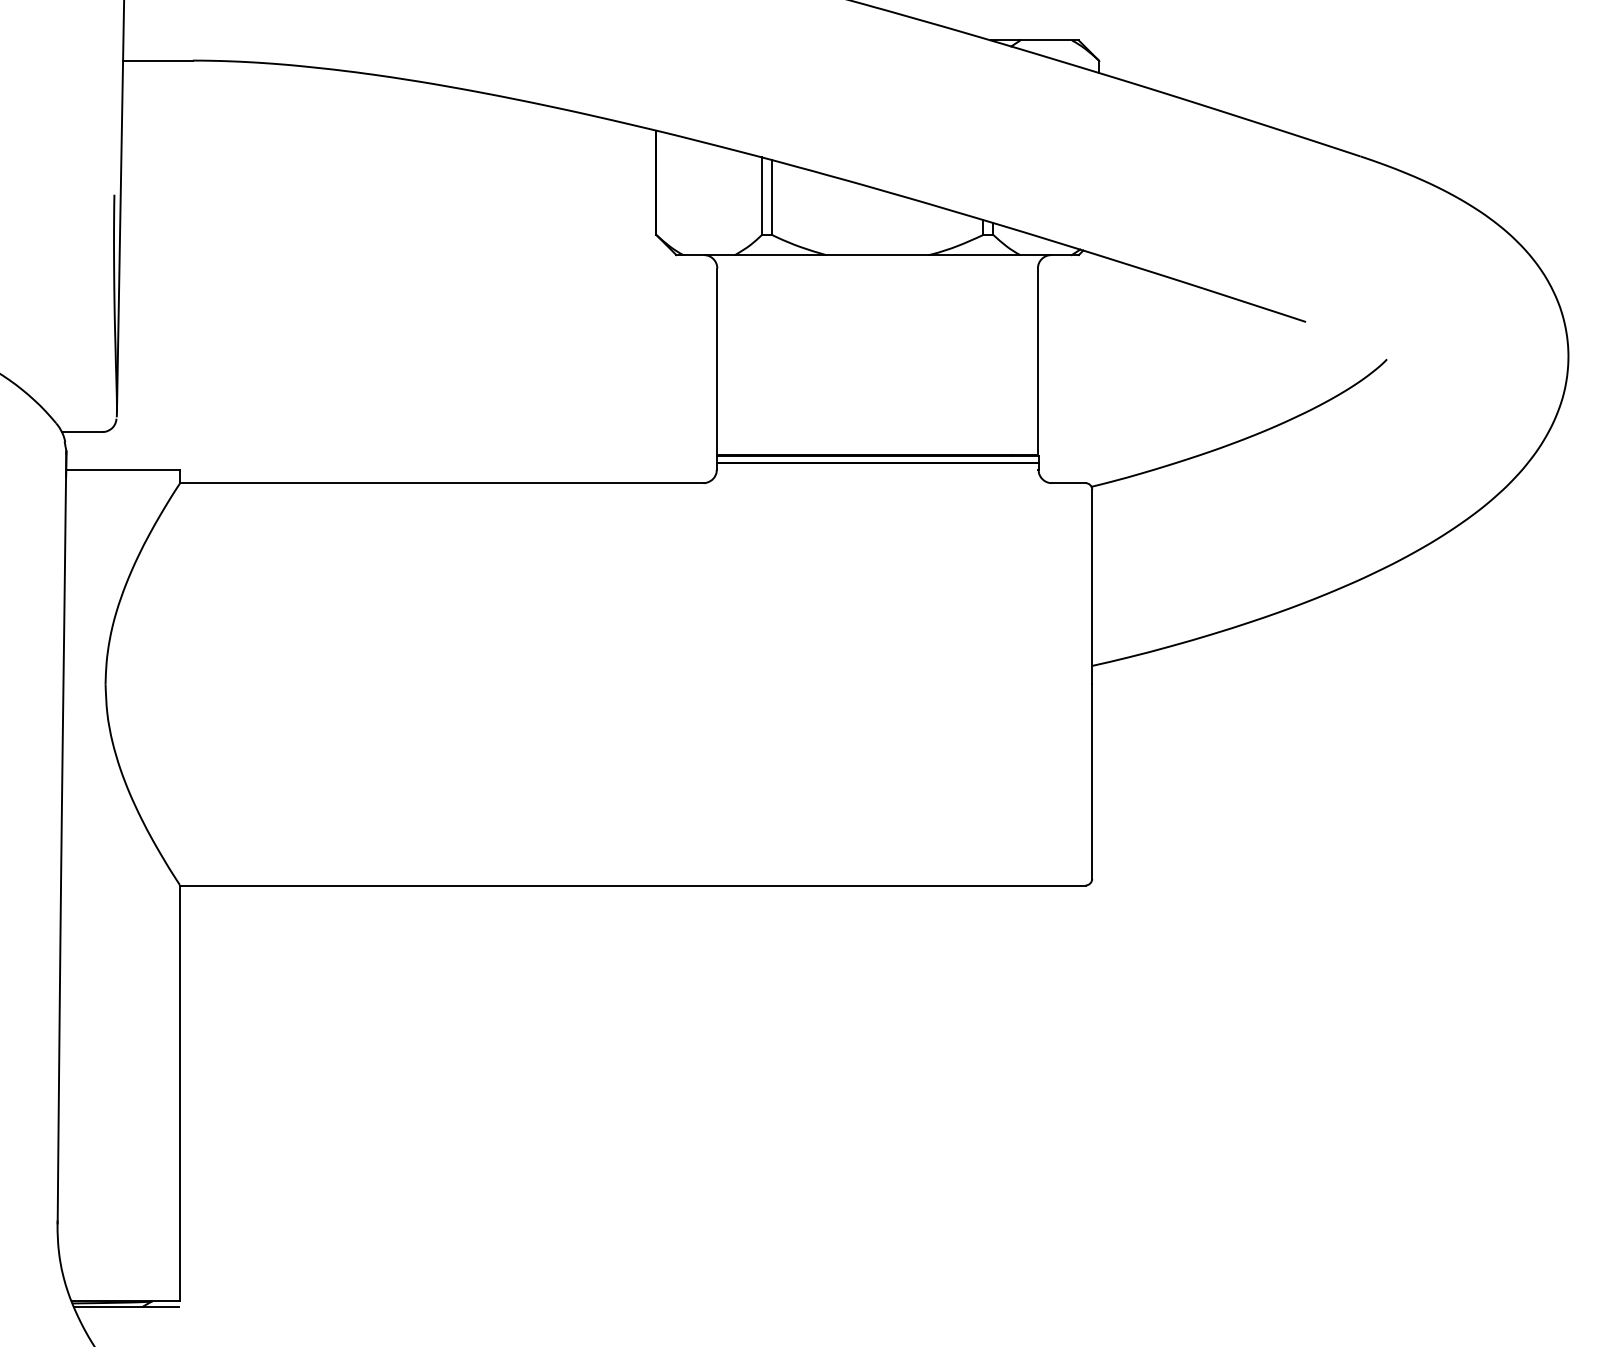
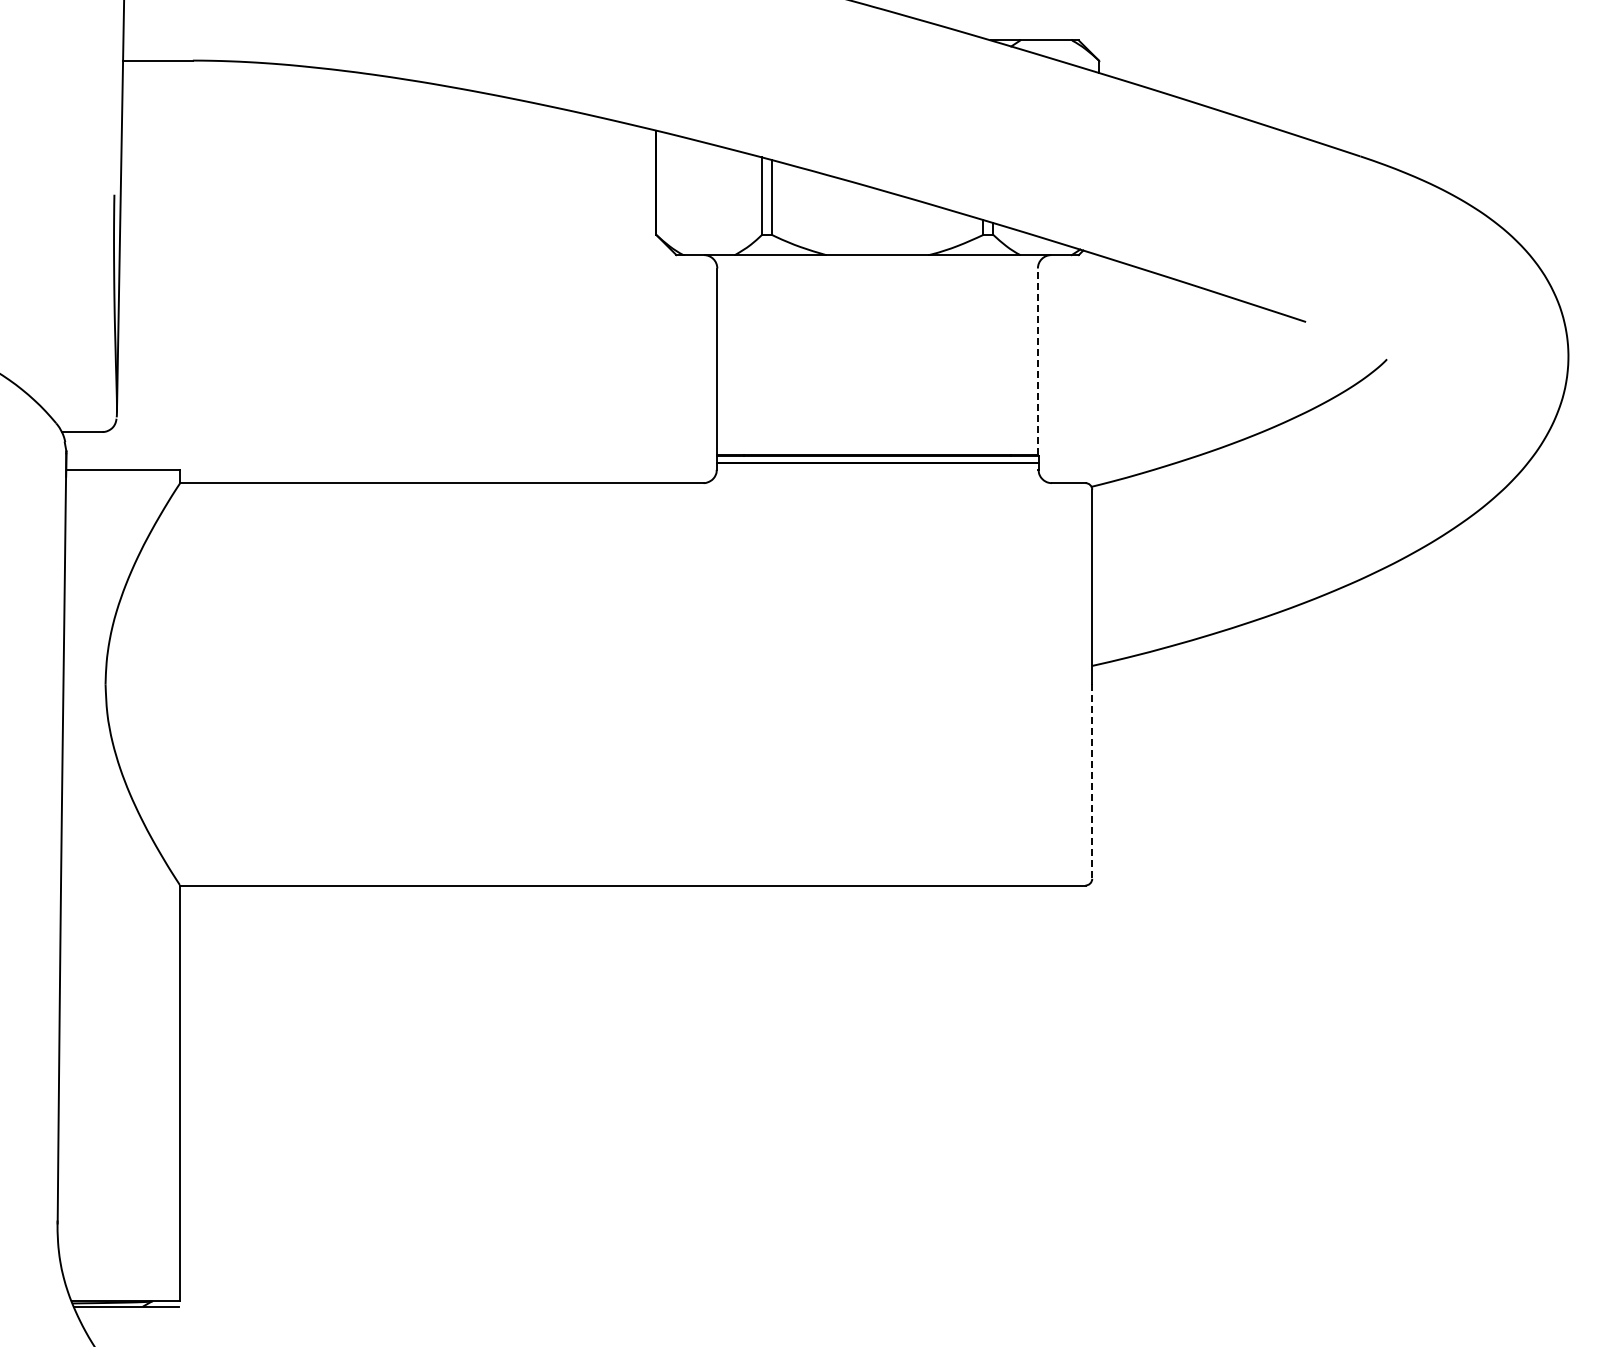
line at (1037, 361): solid -> dashed
line at (1092, 782): solid -> dashed
